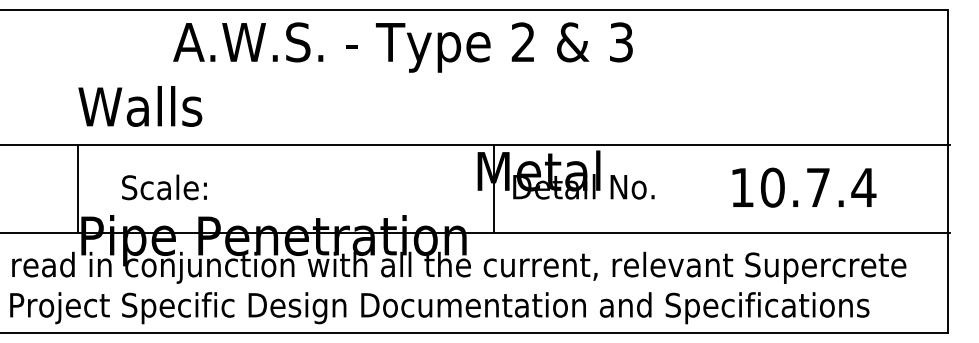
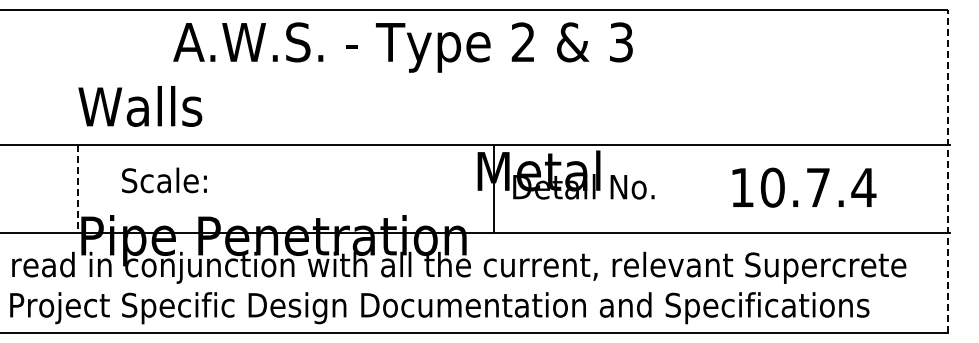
line at (947, 170): solid -> dashed
text at (164, 187) position: (164, 187) -> (164, 180)
line at (77, 189): solid -> dashed
